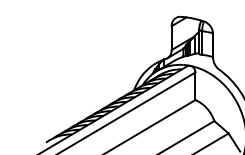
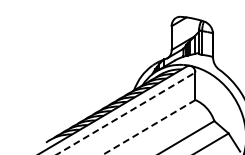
line at (125, 113): solid -> dashed
line at (149, 127): solid -> dashed
